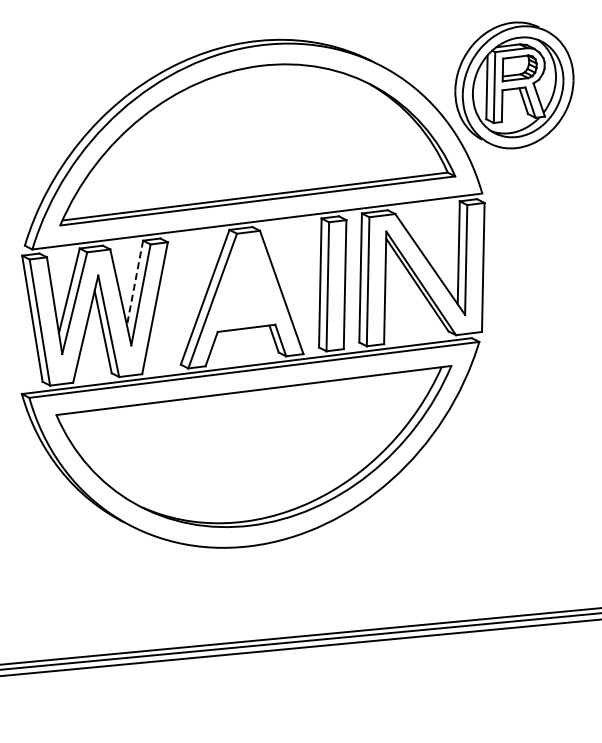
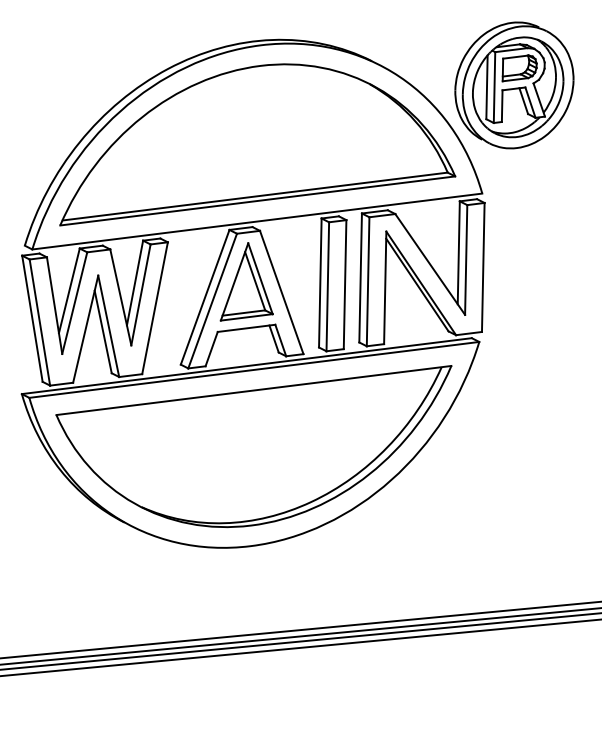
part at (246, 281): none -> present
line at (134, 283): dashed -> solid
line at (300, 629): none -> present
